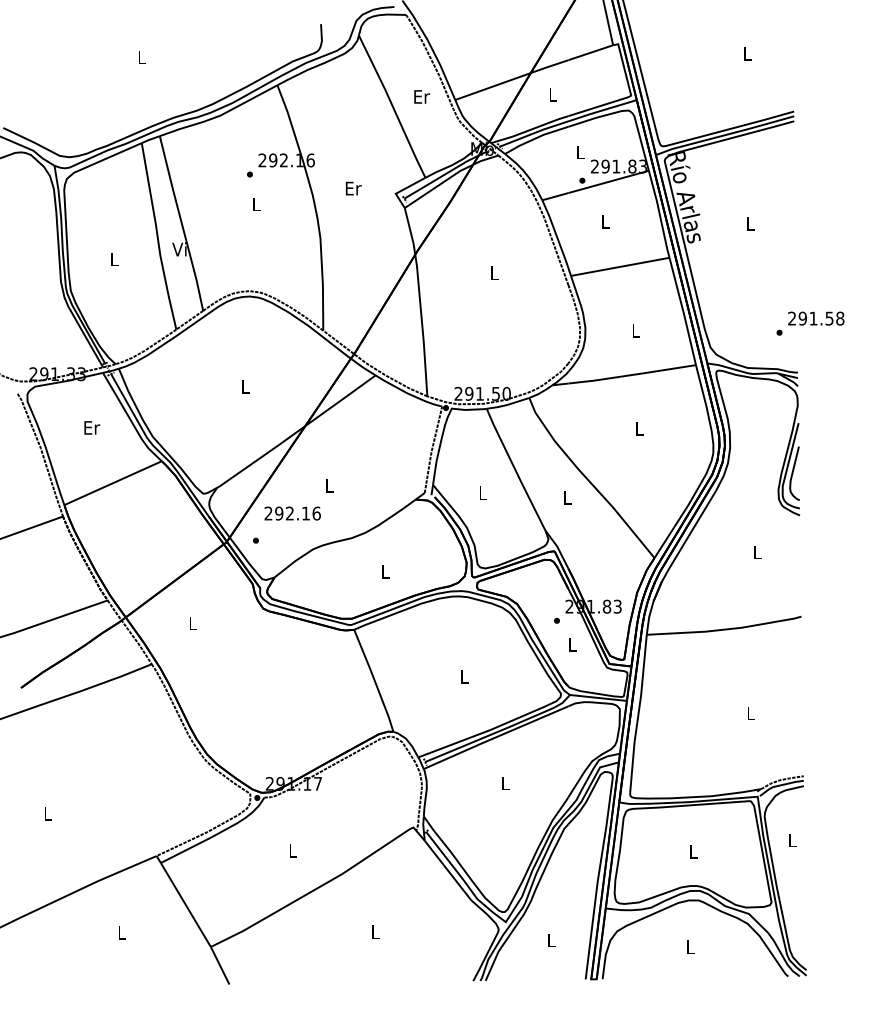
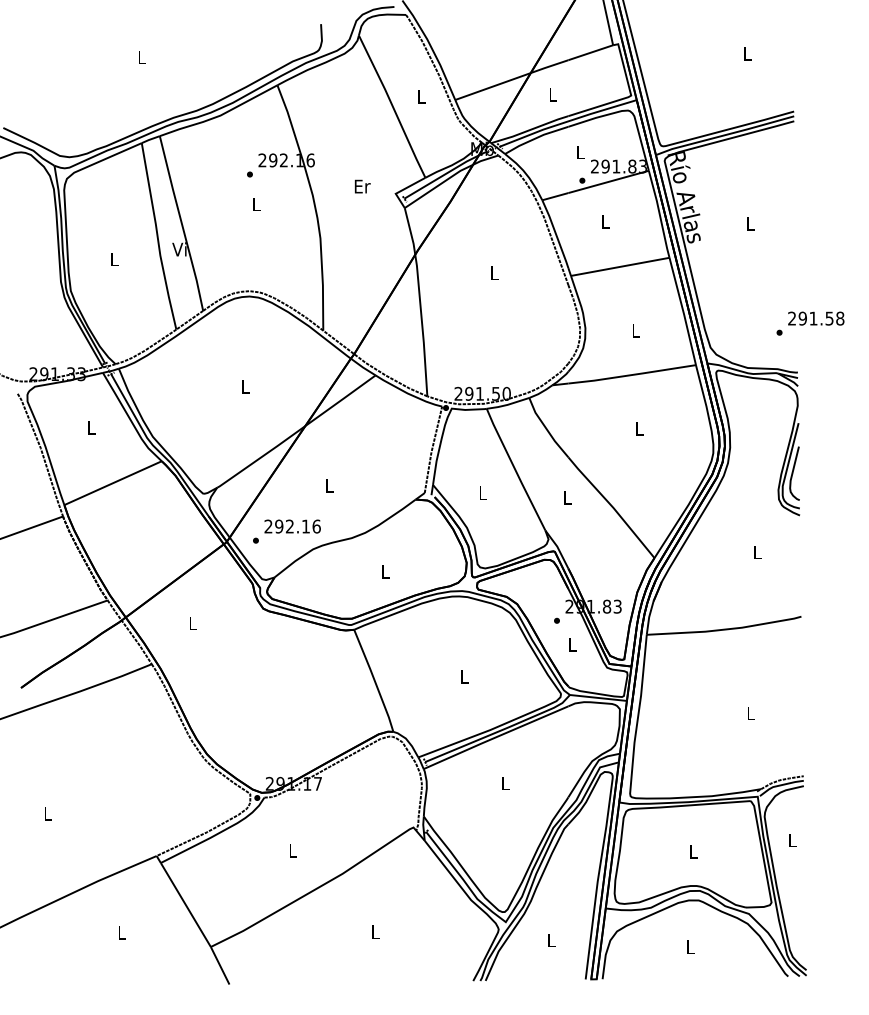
text at (422, 96): Er -> L
text at (353, 188) position: (353, 188) -> (362, 186)
text at (92, 427): Er -> L
text at (292, 513) position: (292, 513) -> (292, 526)
